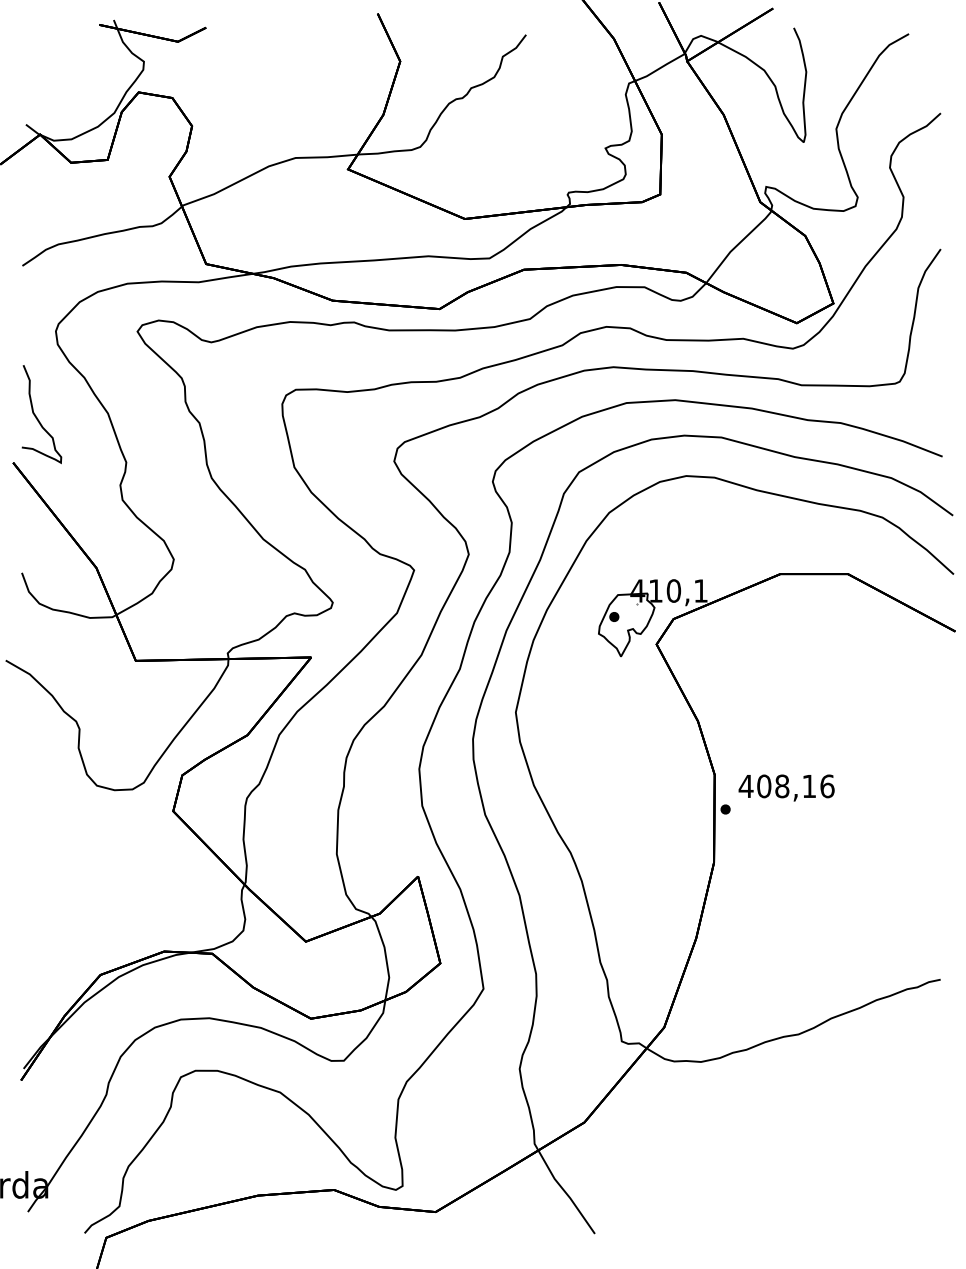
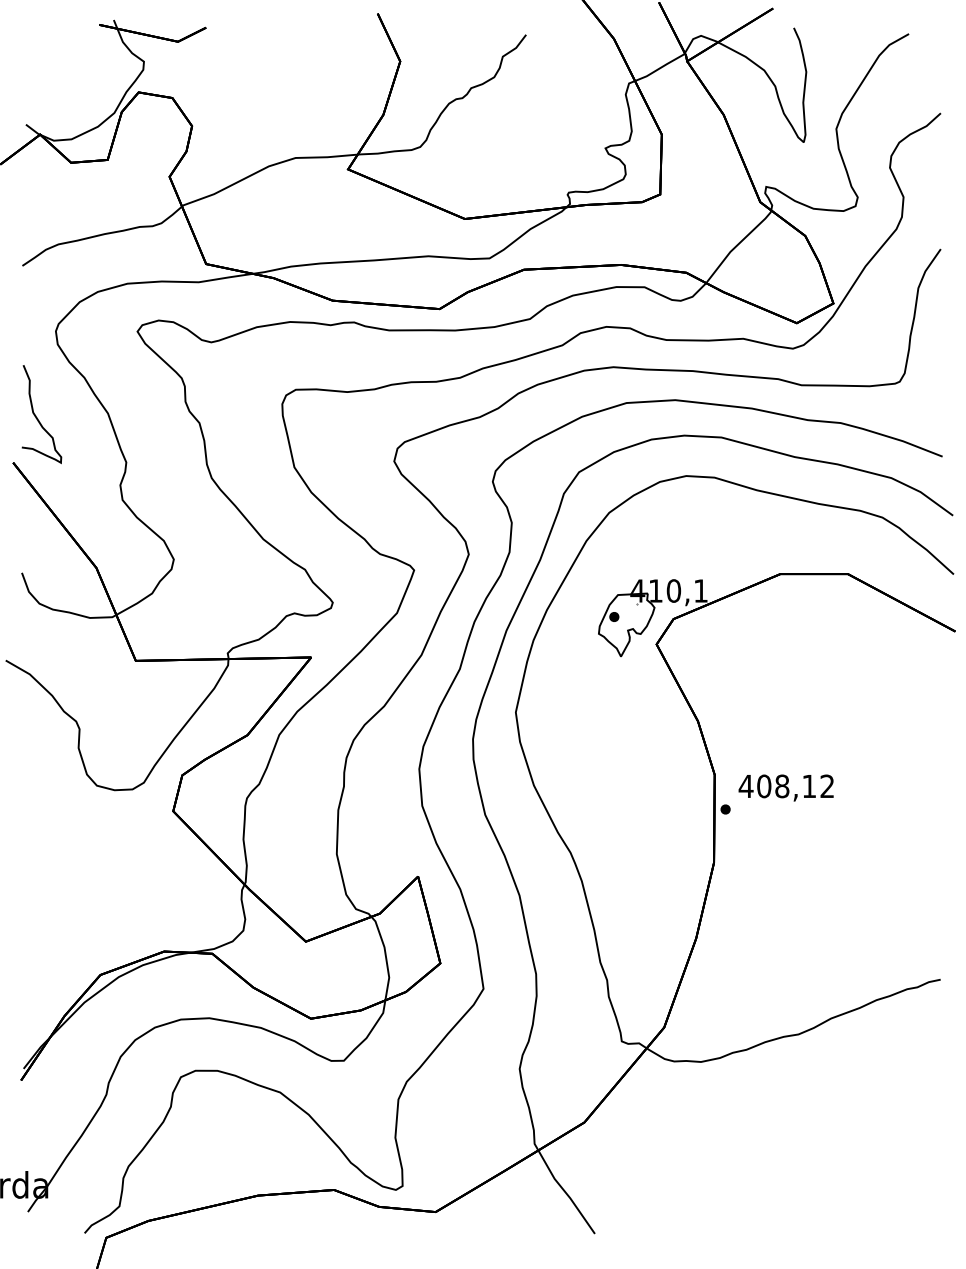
text at (827, 786): 408,16 -> 408,12
